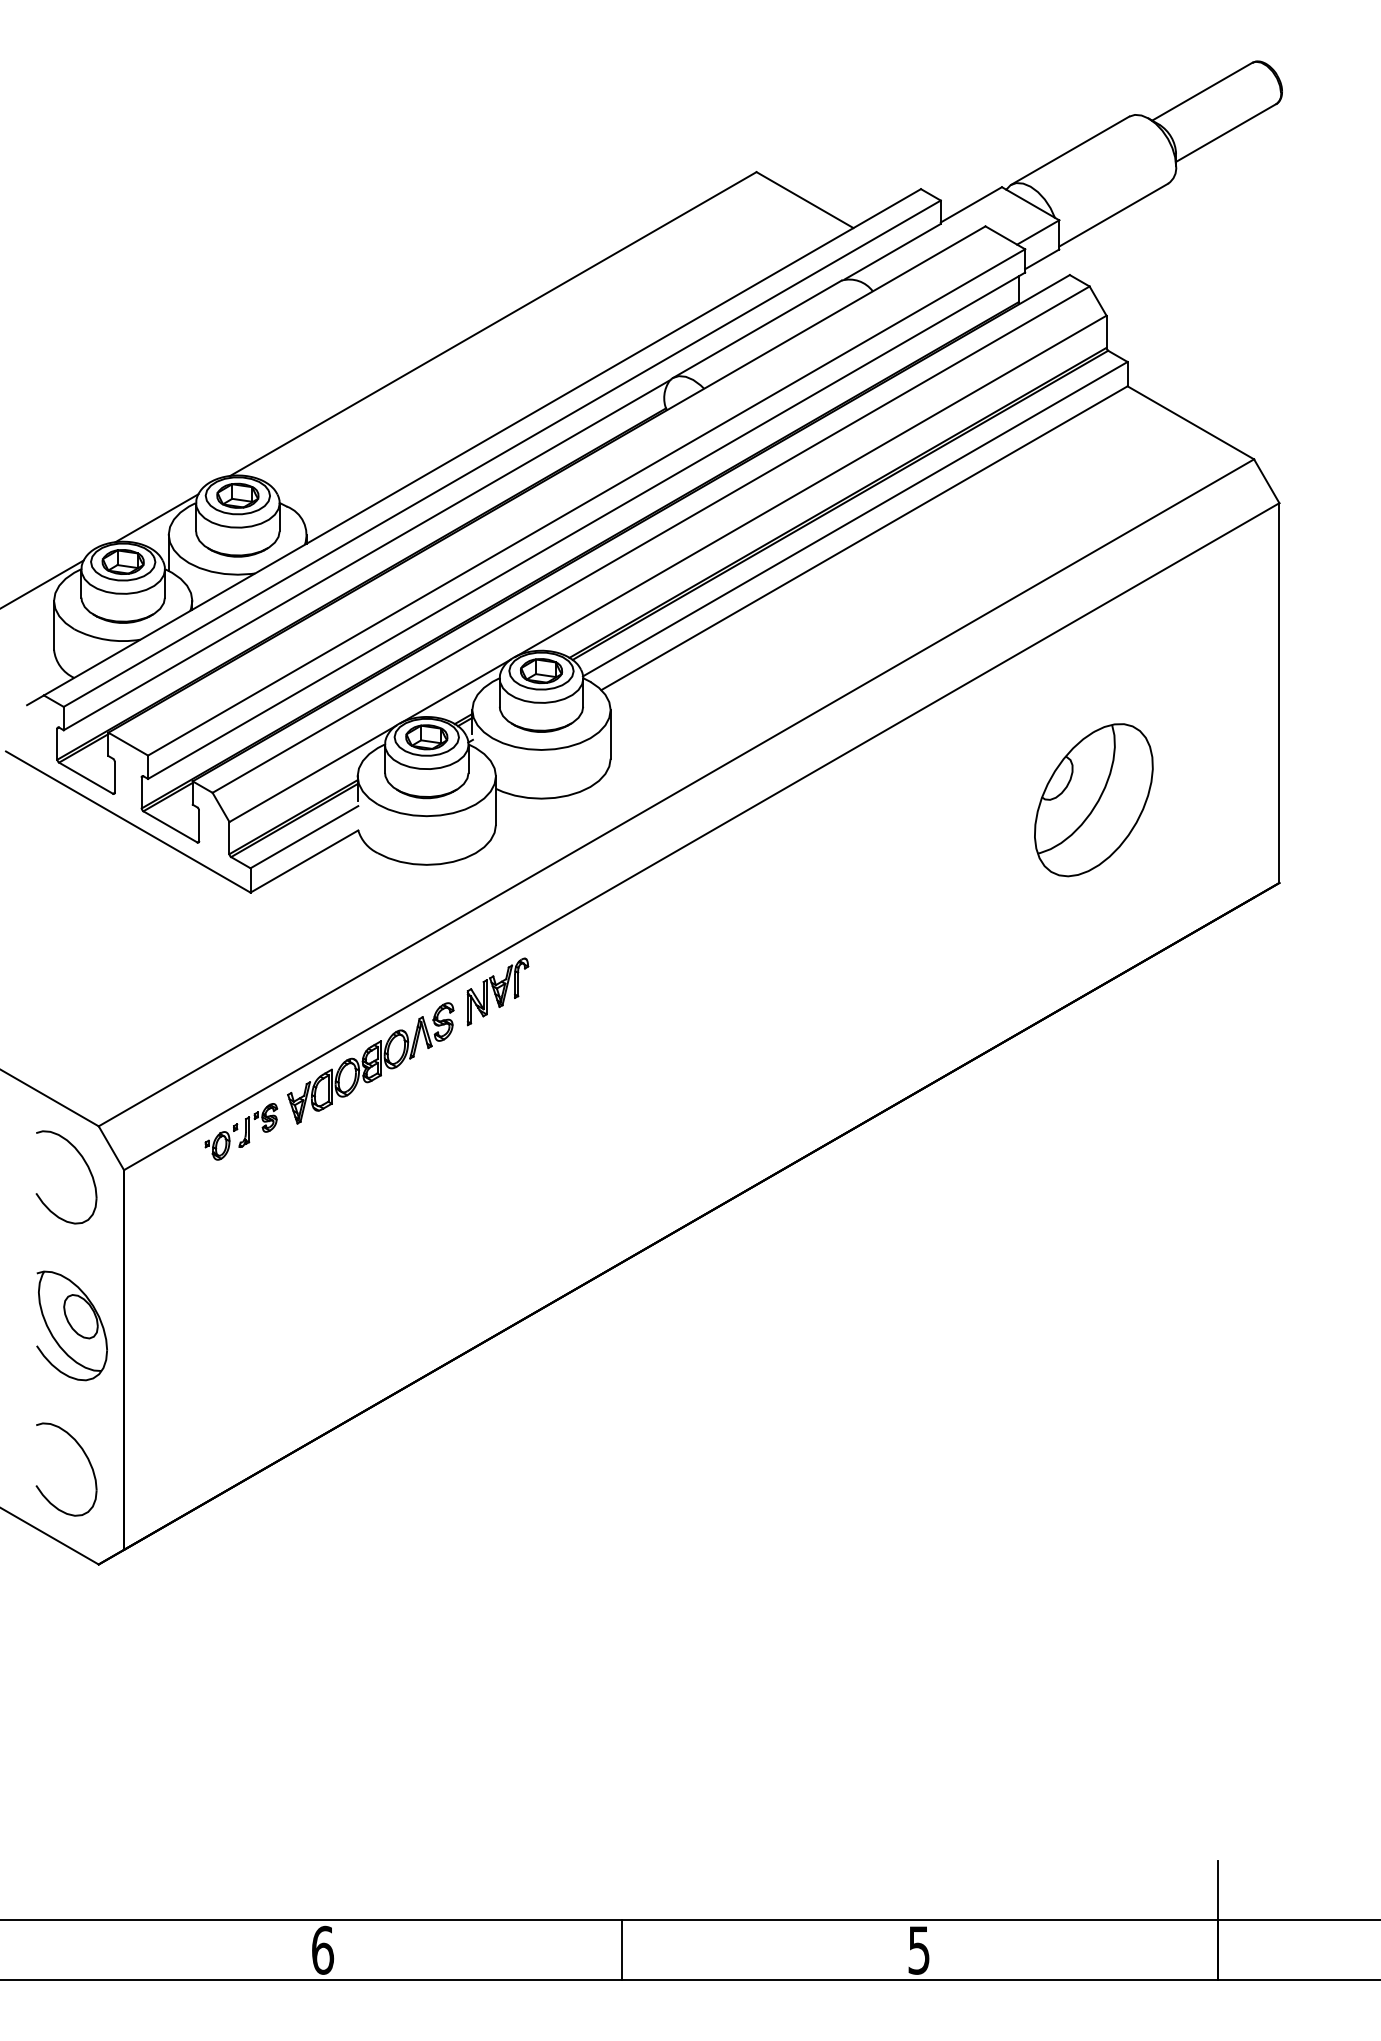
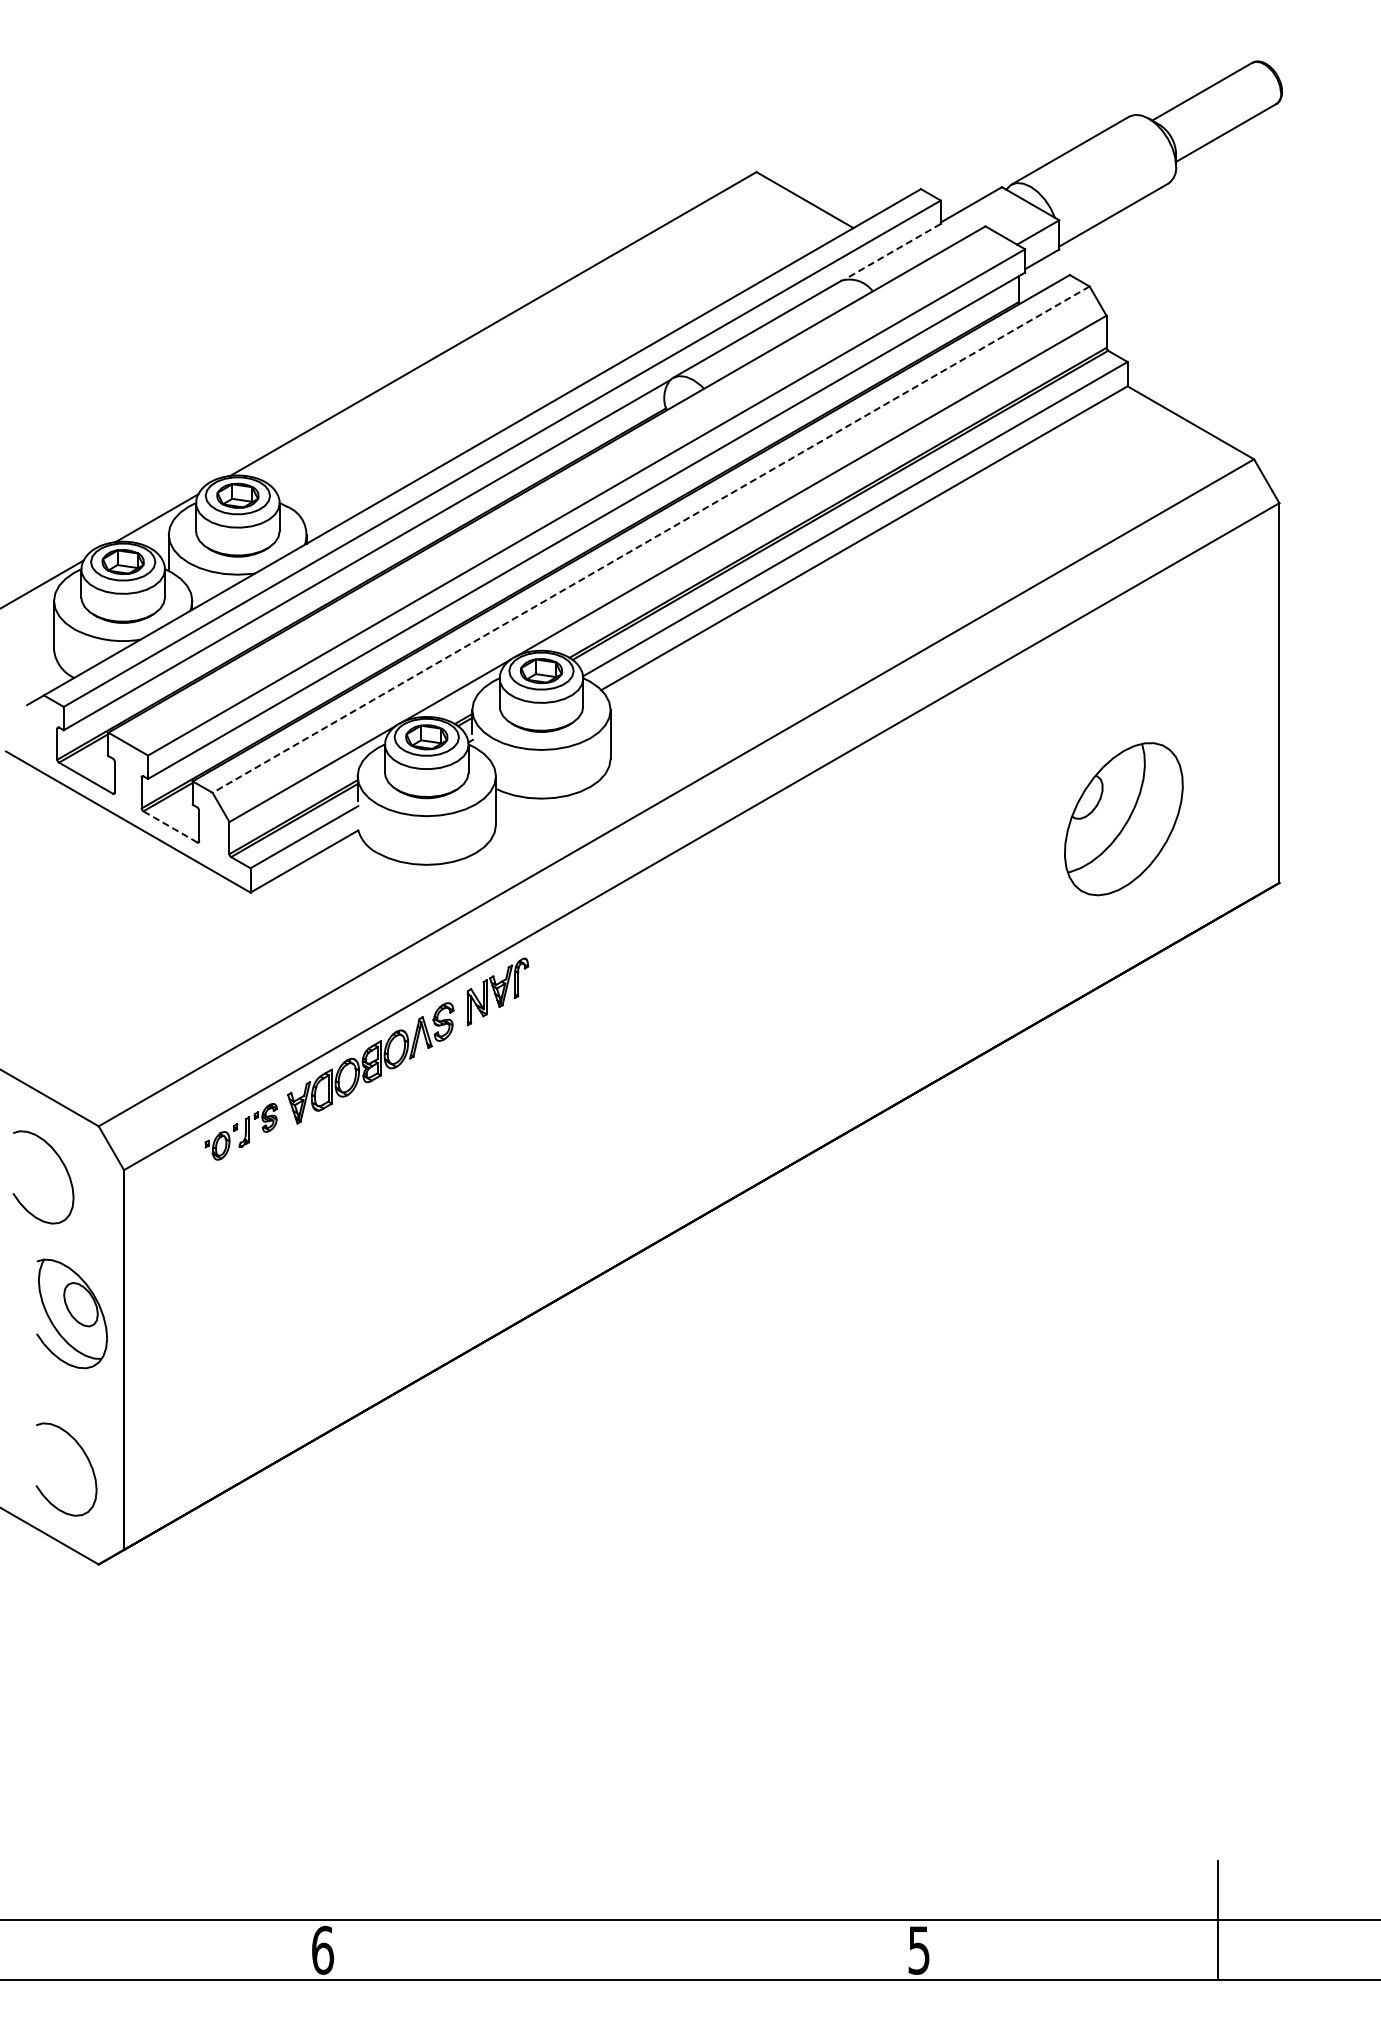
line at (892, 251): solid -> dashed
line at (650, 539): solid -> dashed
part at (1093, 800) position: (1093, 800) -> (1123, 819)
line at (170, 826): solid -> dashed
part at (85, 1164) position: (85, 1164) -> (62, 1164)
part at (71, 1325) position: (71, 1325) -> (71, 1313)
line at (621, 1949): present -> none
